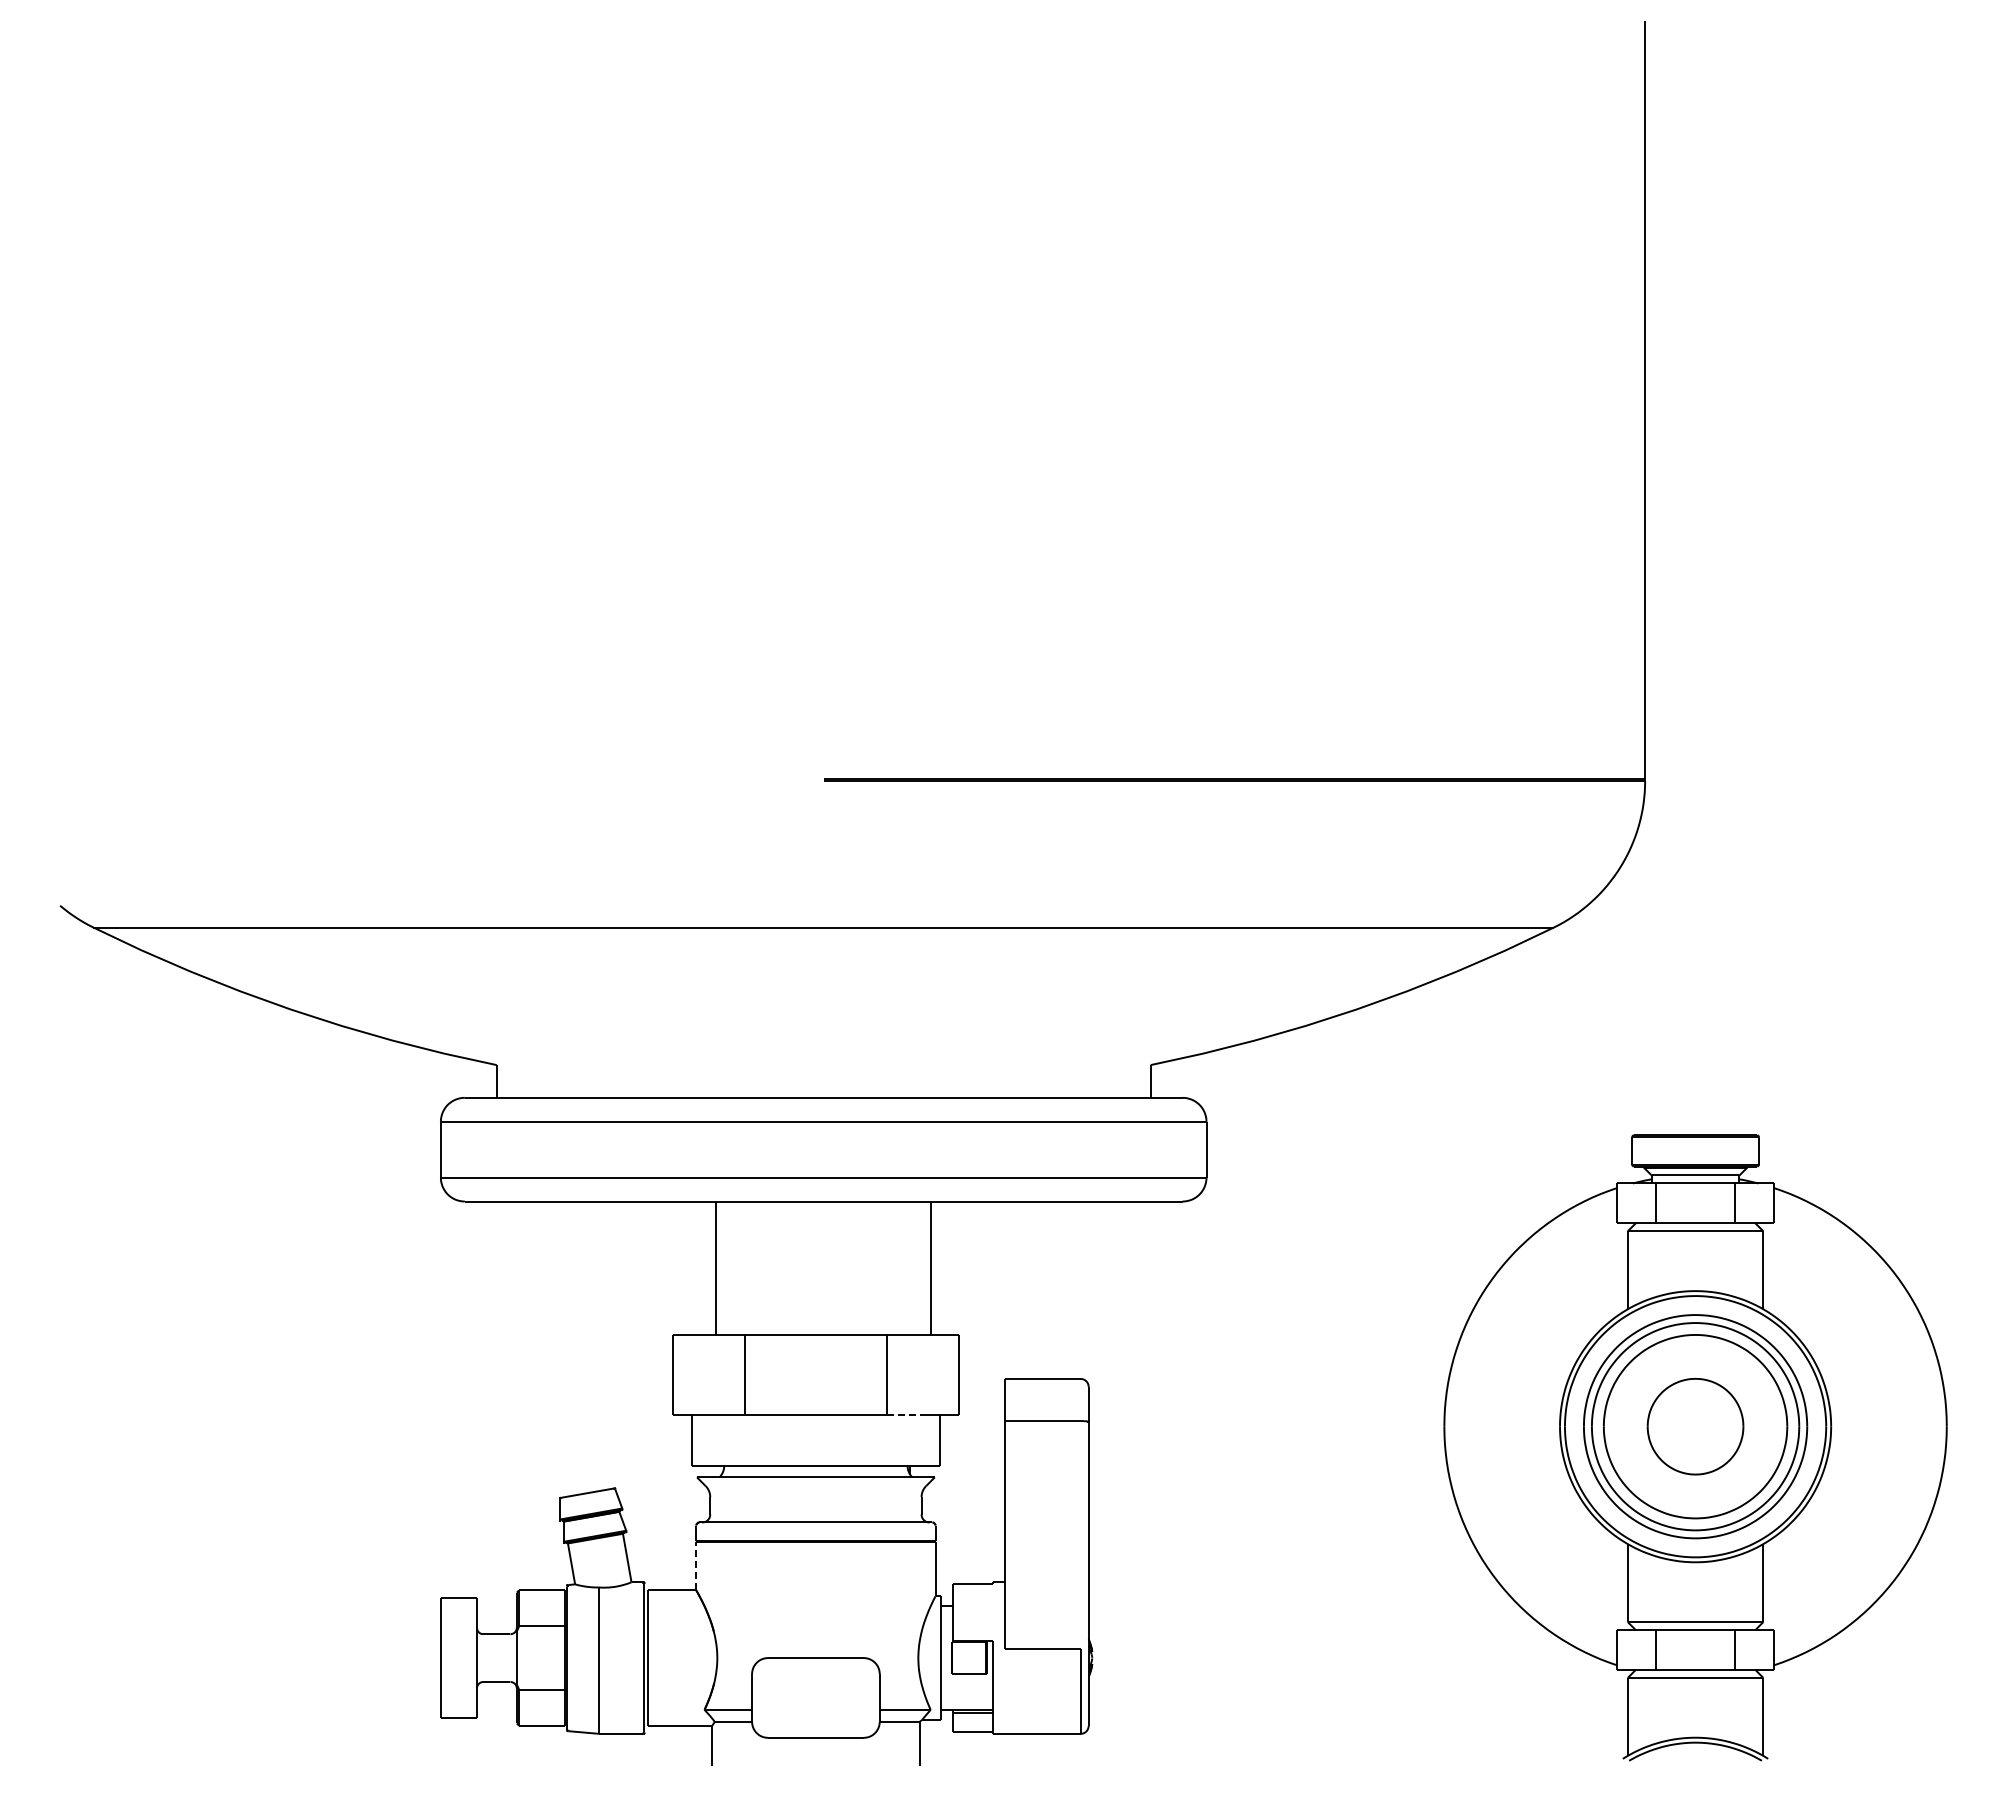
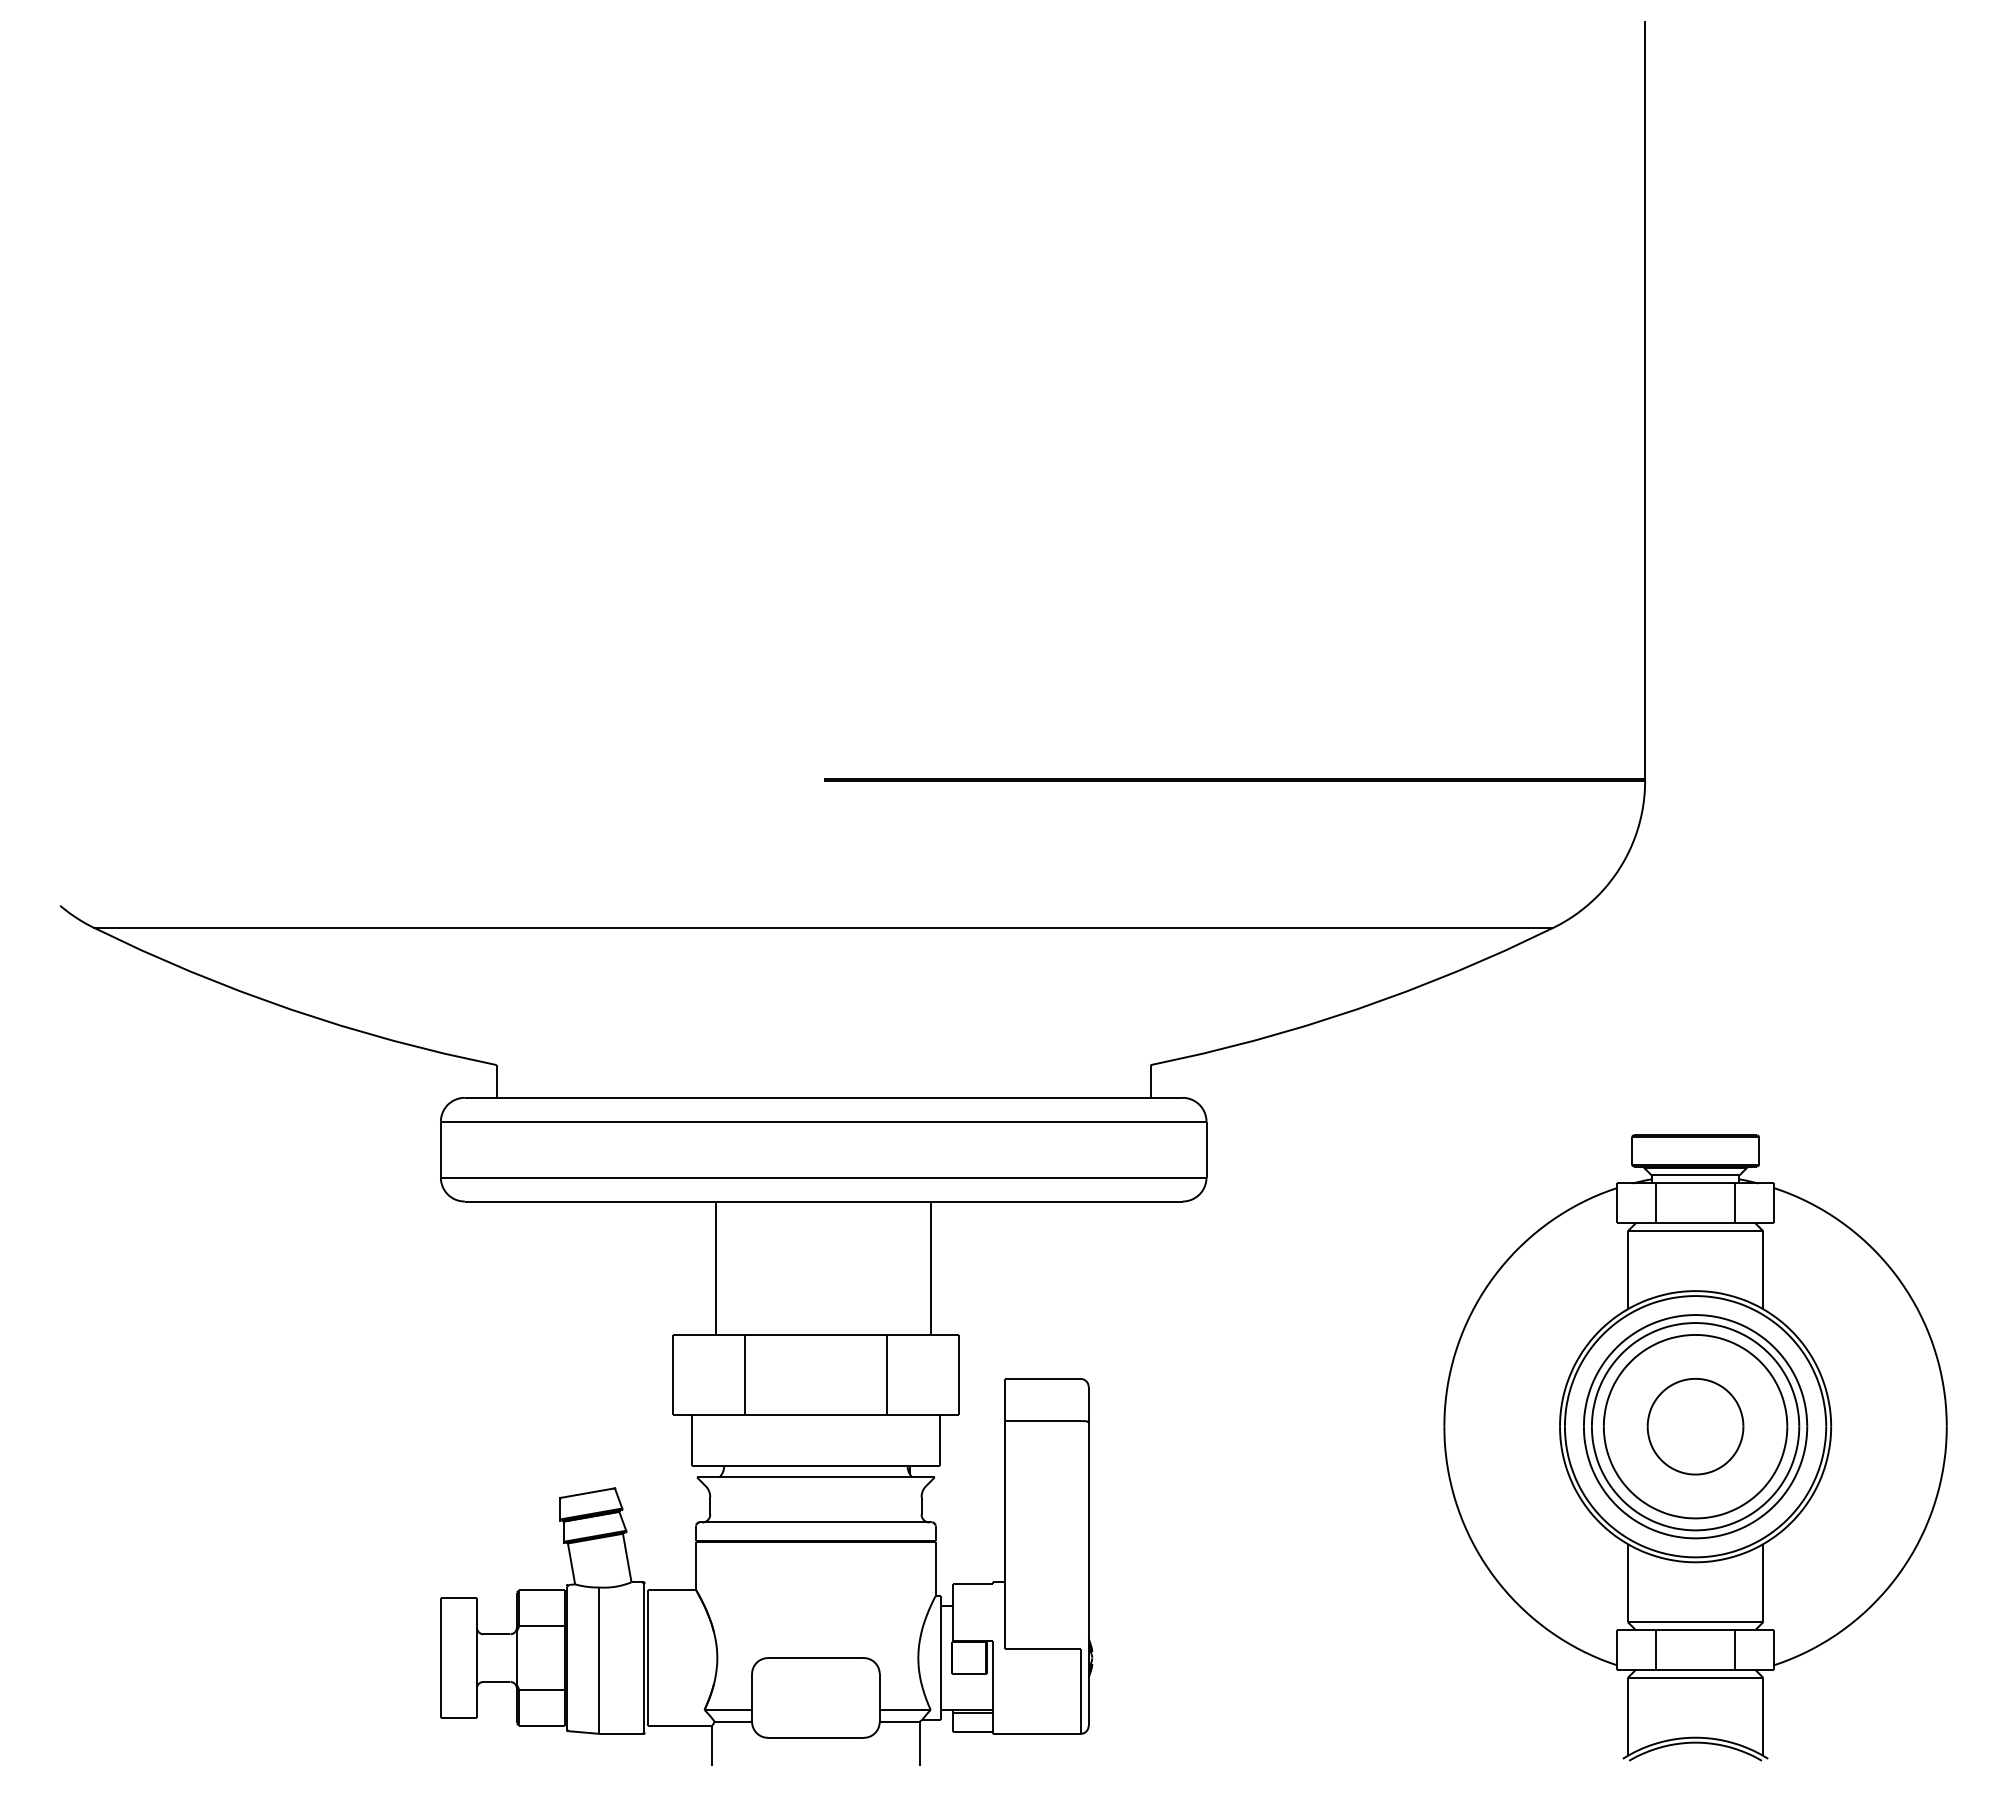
line at (905, 1414): dashed -> solid
line at (696, 1566): dashed -> solid
